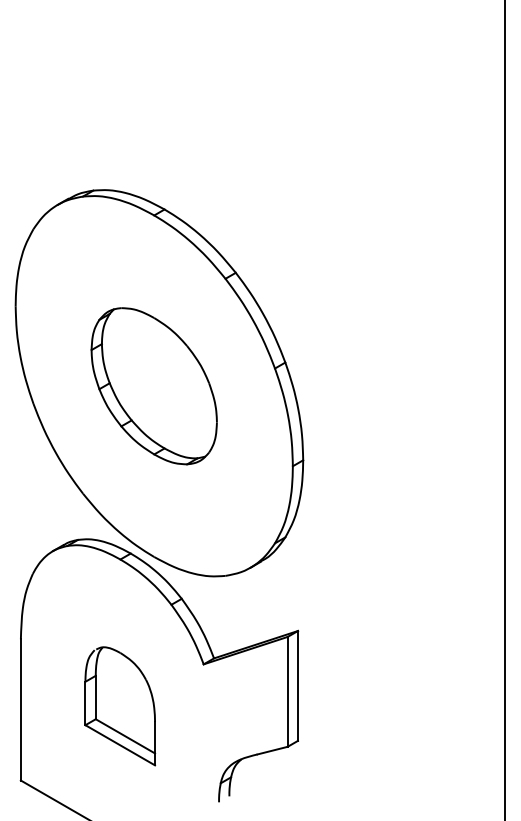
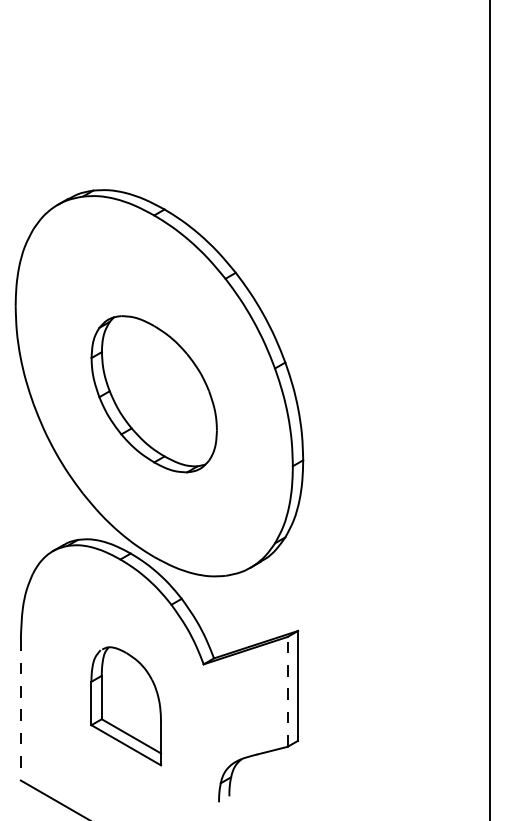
part at (153, 386) position: (153, 386) -> (153, 394)
line at (505, 409) position: (505, 409) -> (490, 409)
line at (287, 691): solid -> dashed
part at (120, 706) position: (120, 706) -> (126, 706)
line at (20, 709): solid -> dashed
